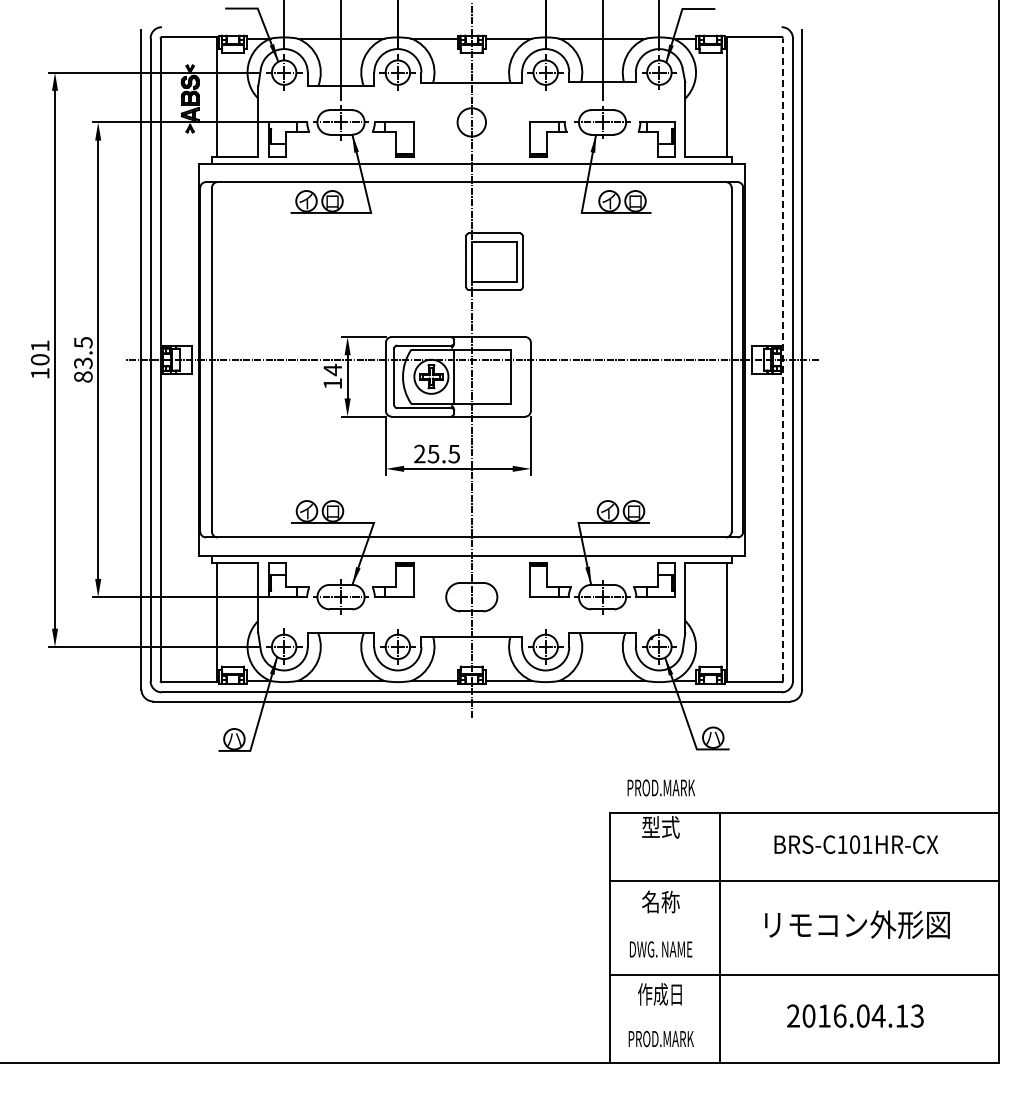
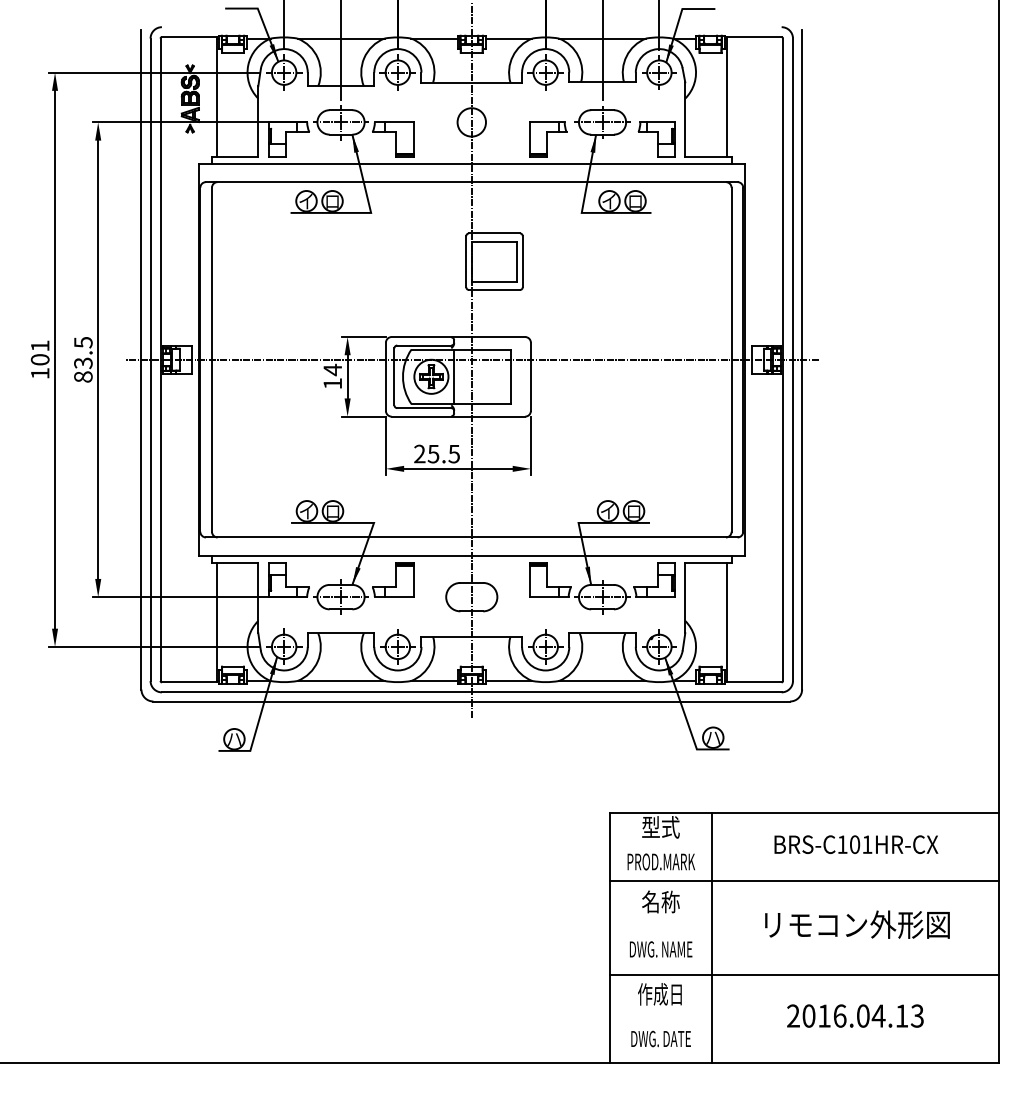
line at (783, 359): dashed -> solid
text at (660, 787) position: (660, 787) -> (660, 861)
line at (720, 937) position: (720, 937) -> (712, 937)
text at (660, 1038): PROD.MARK -> DWG. DATE
